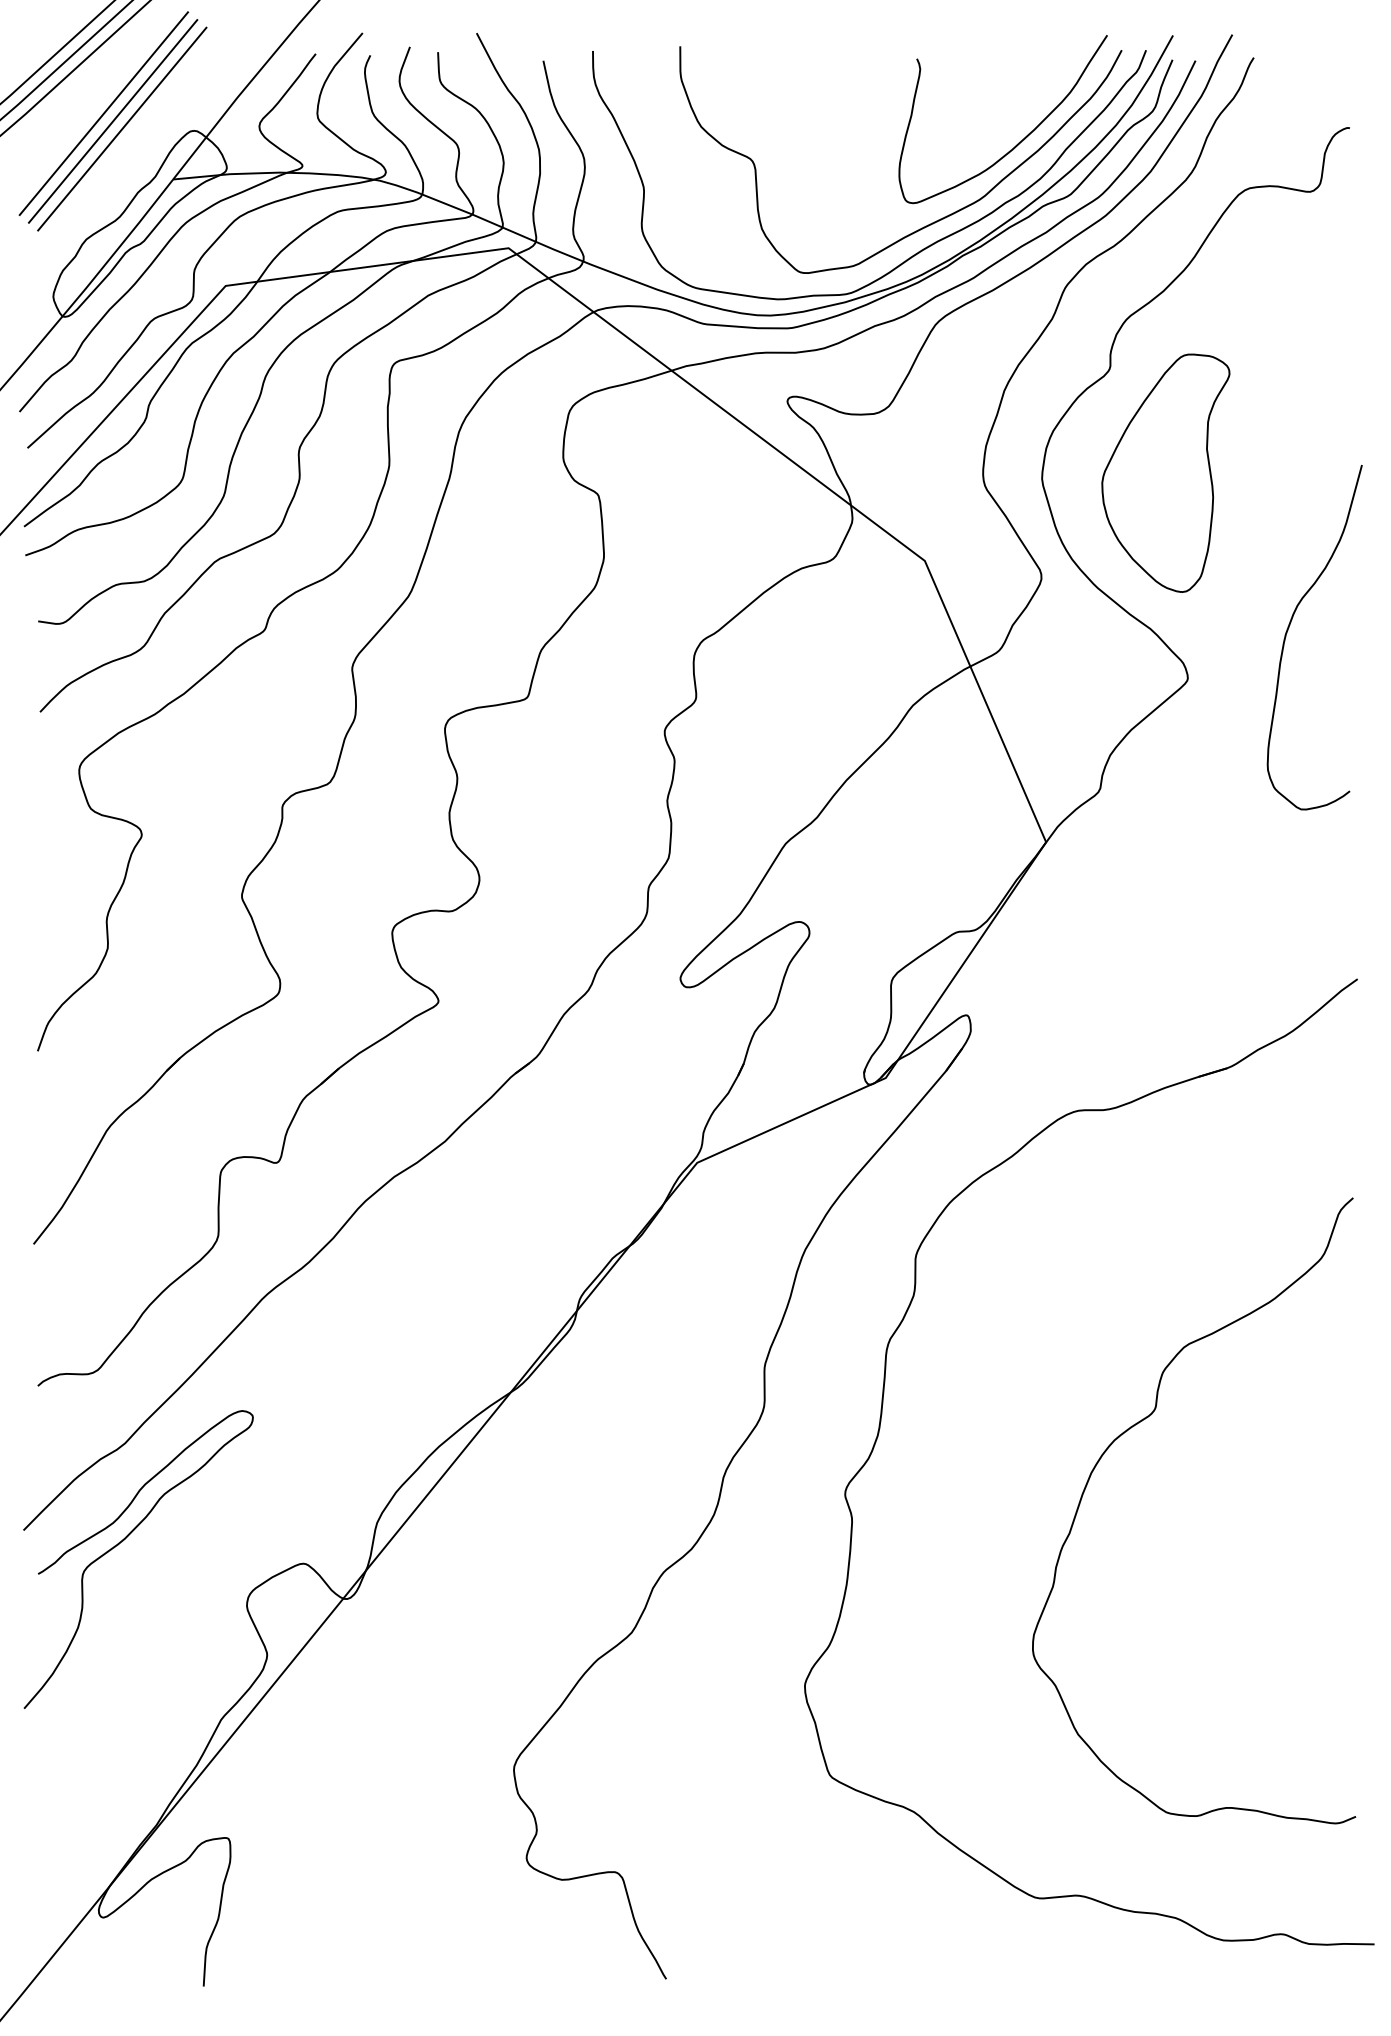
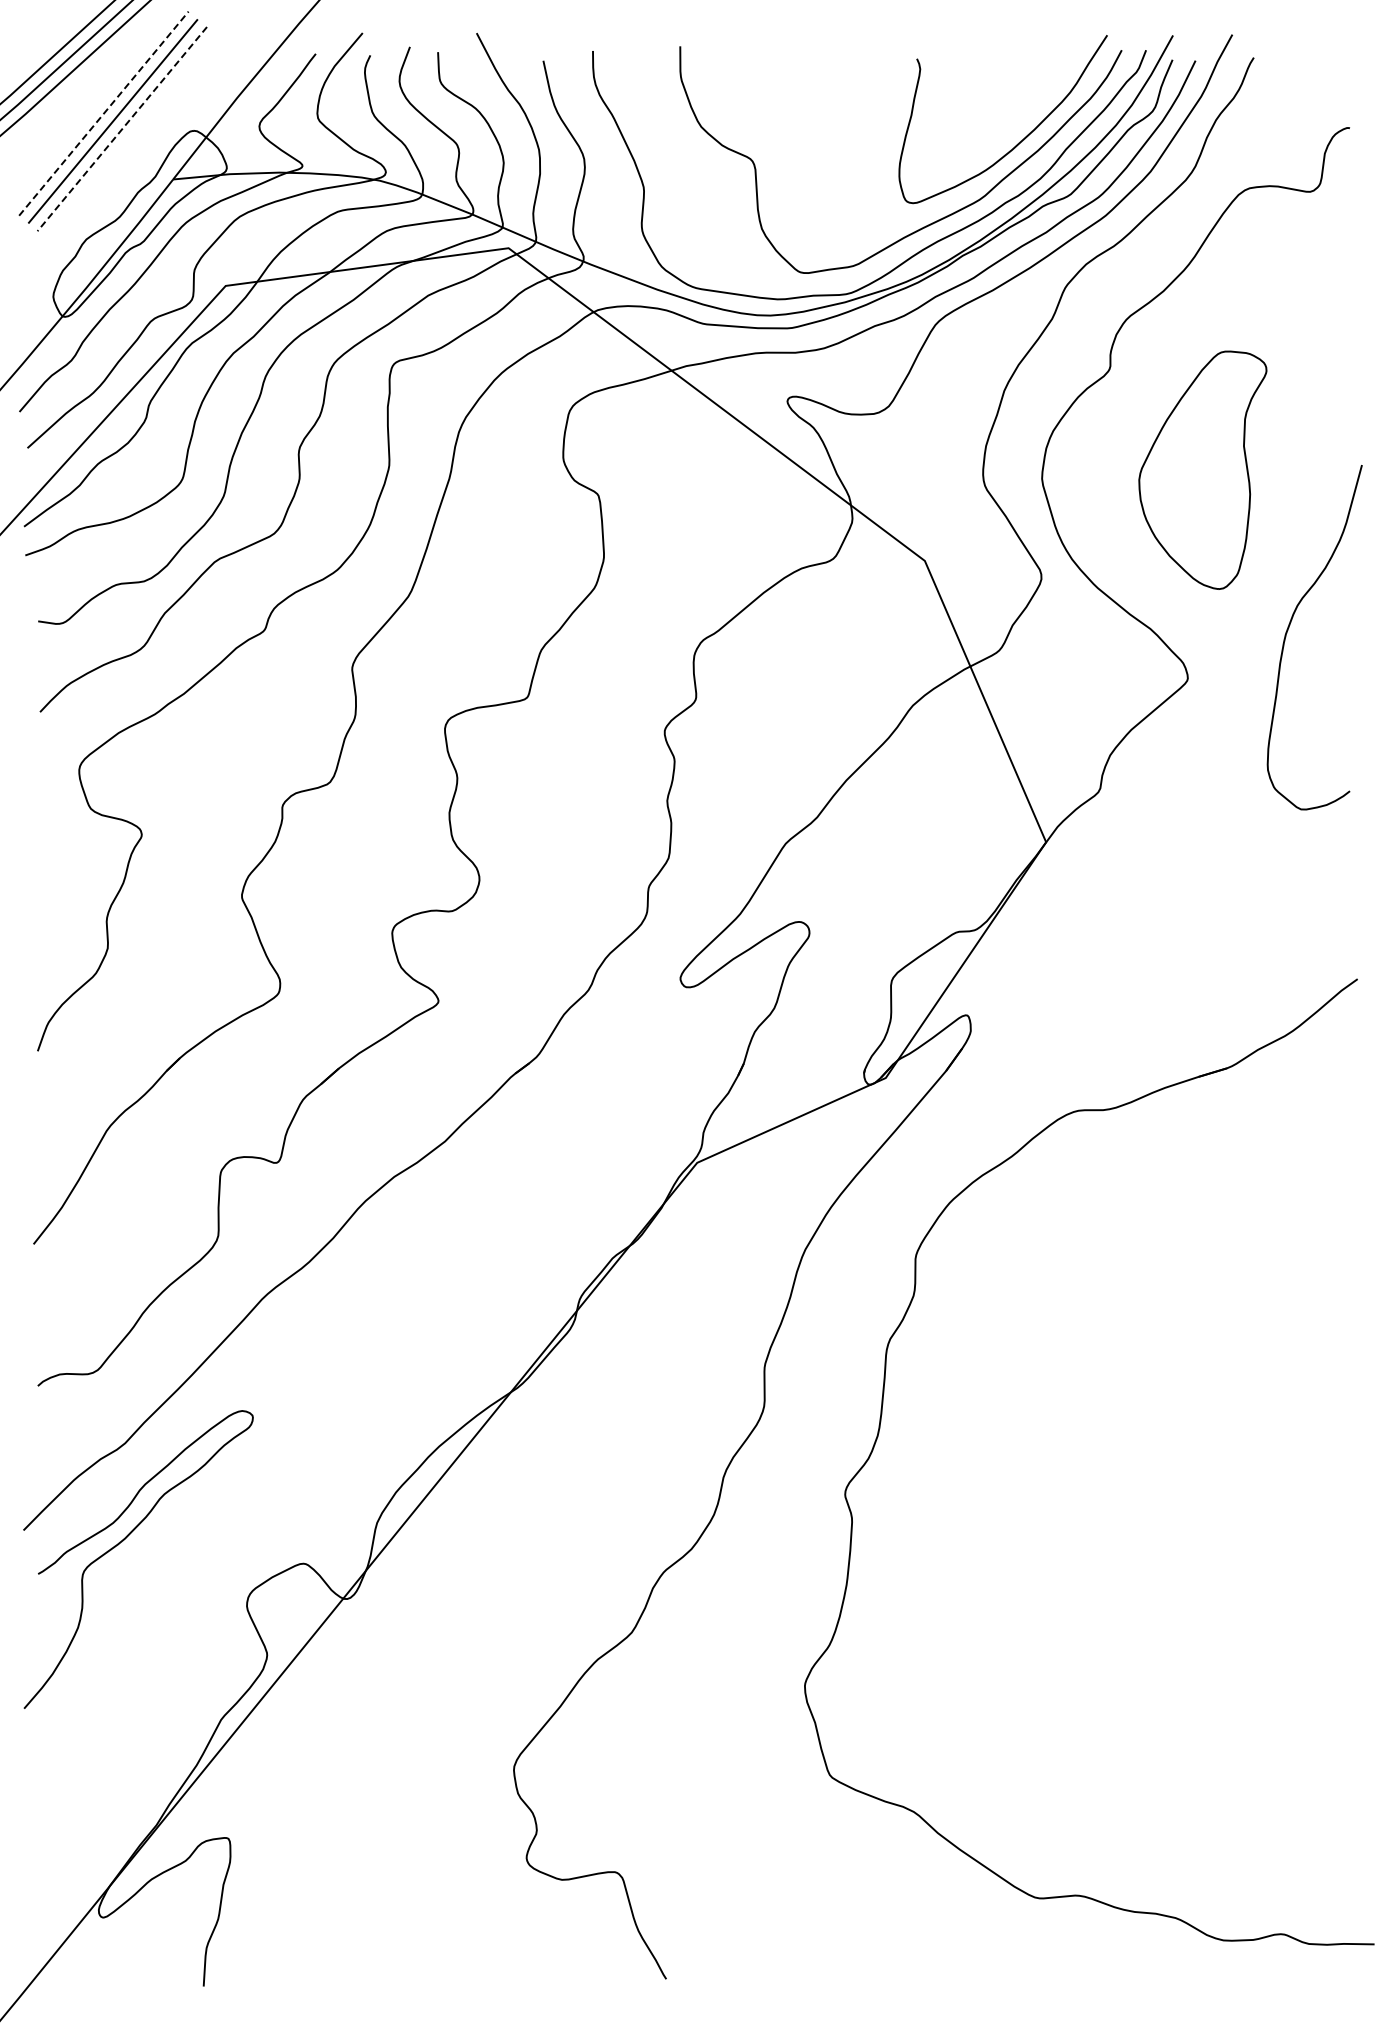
line at (103, 113): solid -> dashed
line at (122, 129): solid -> dashed
part at (1165, 472) position: (1165, 472) -> (1202, 469)
curve at (1136, 1425): present -> none
